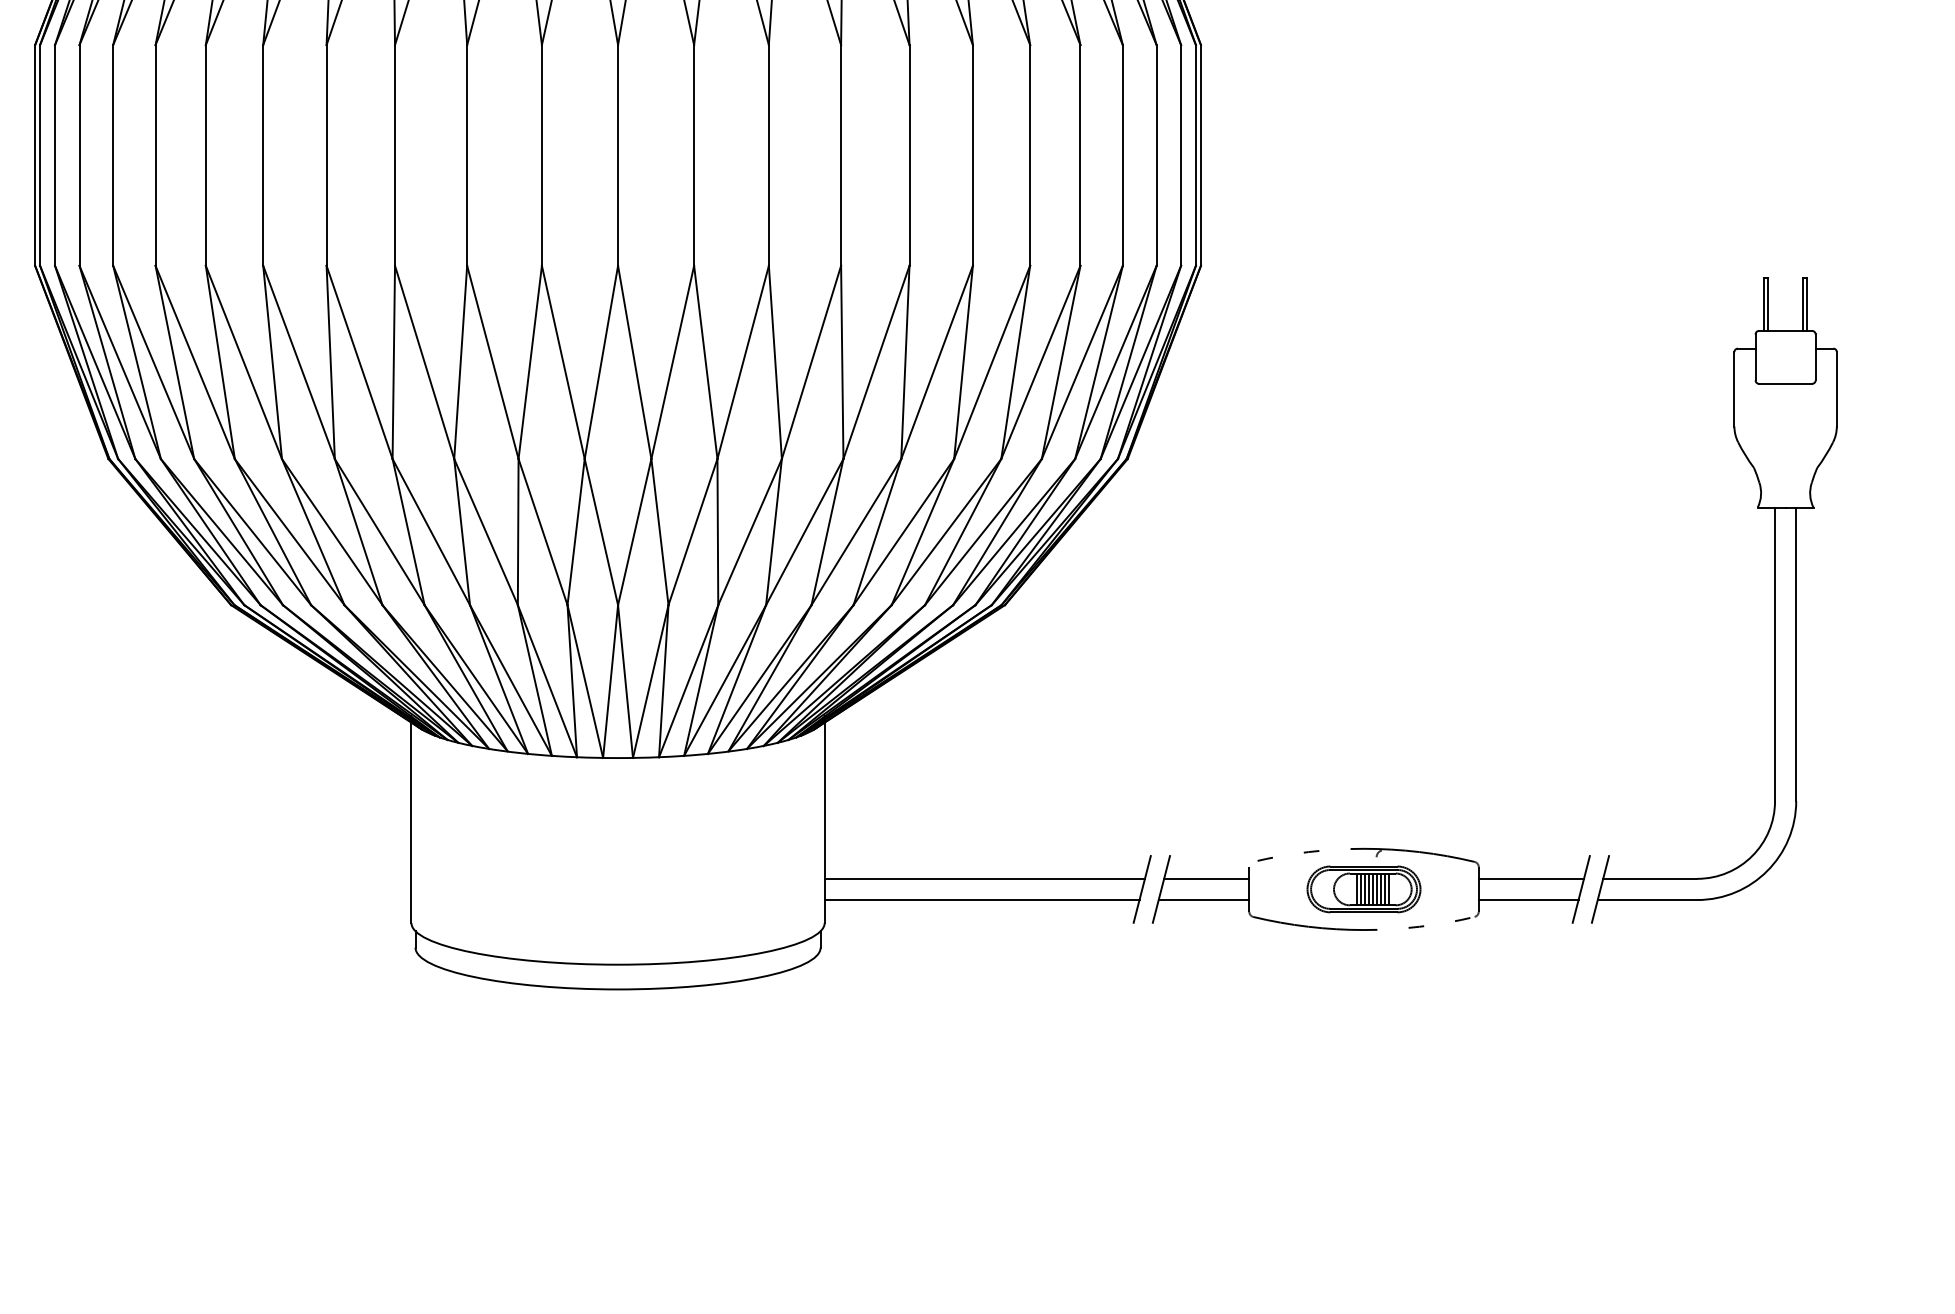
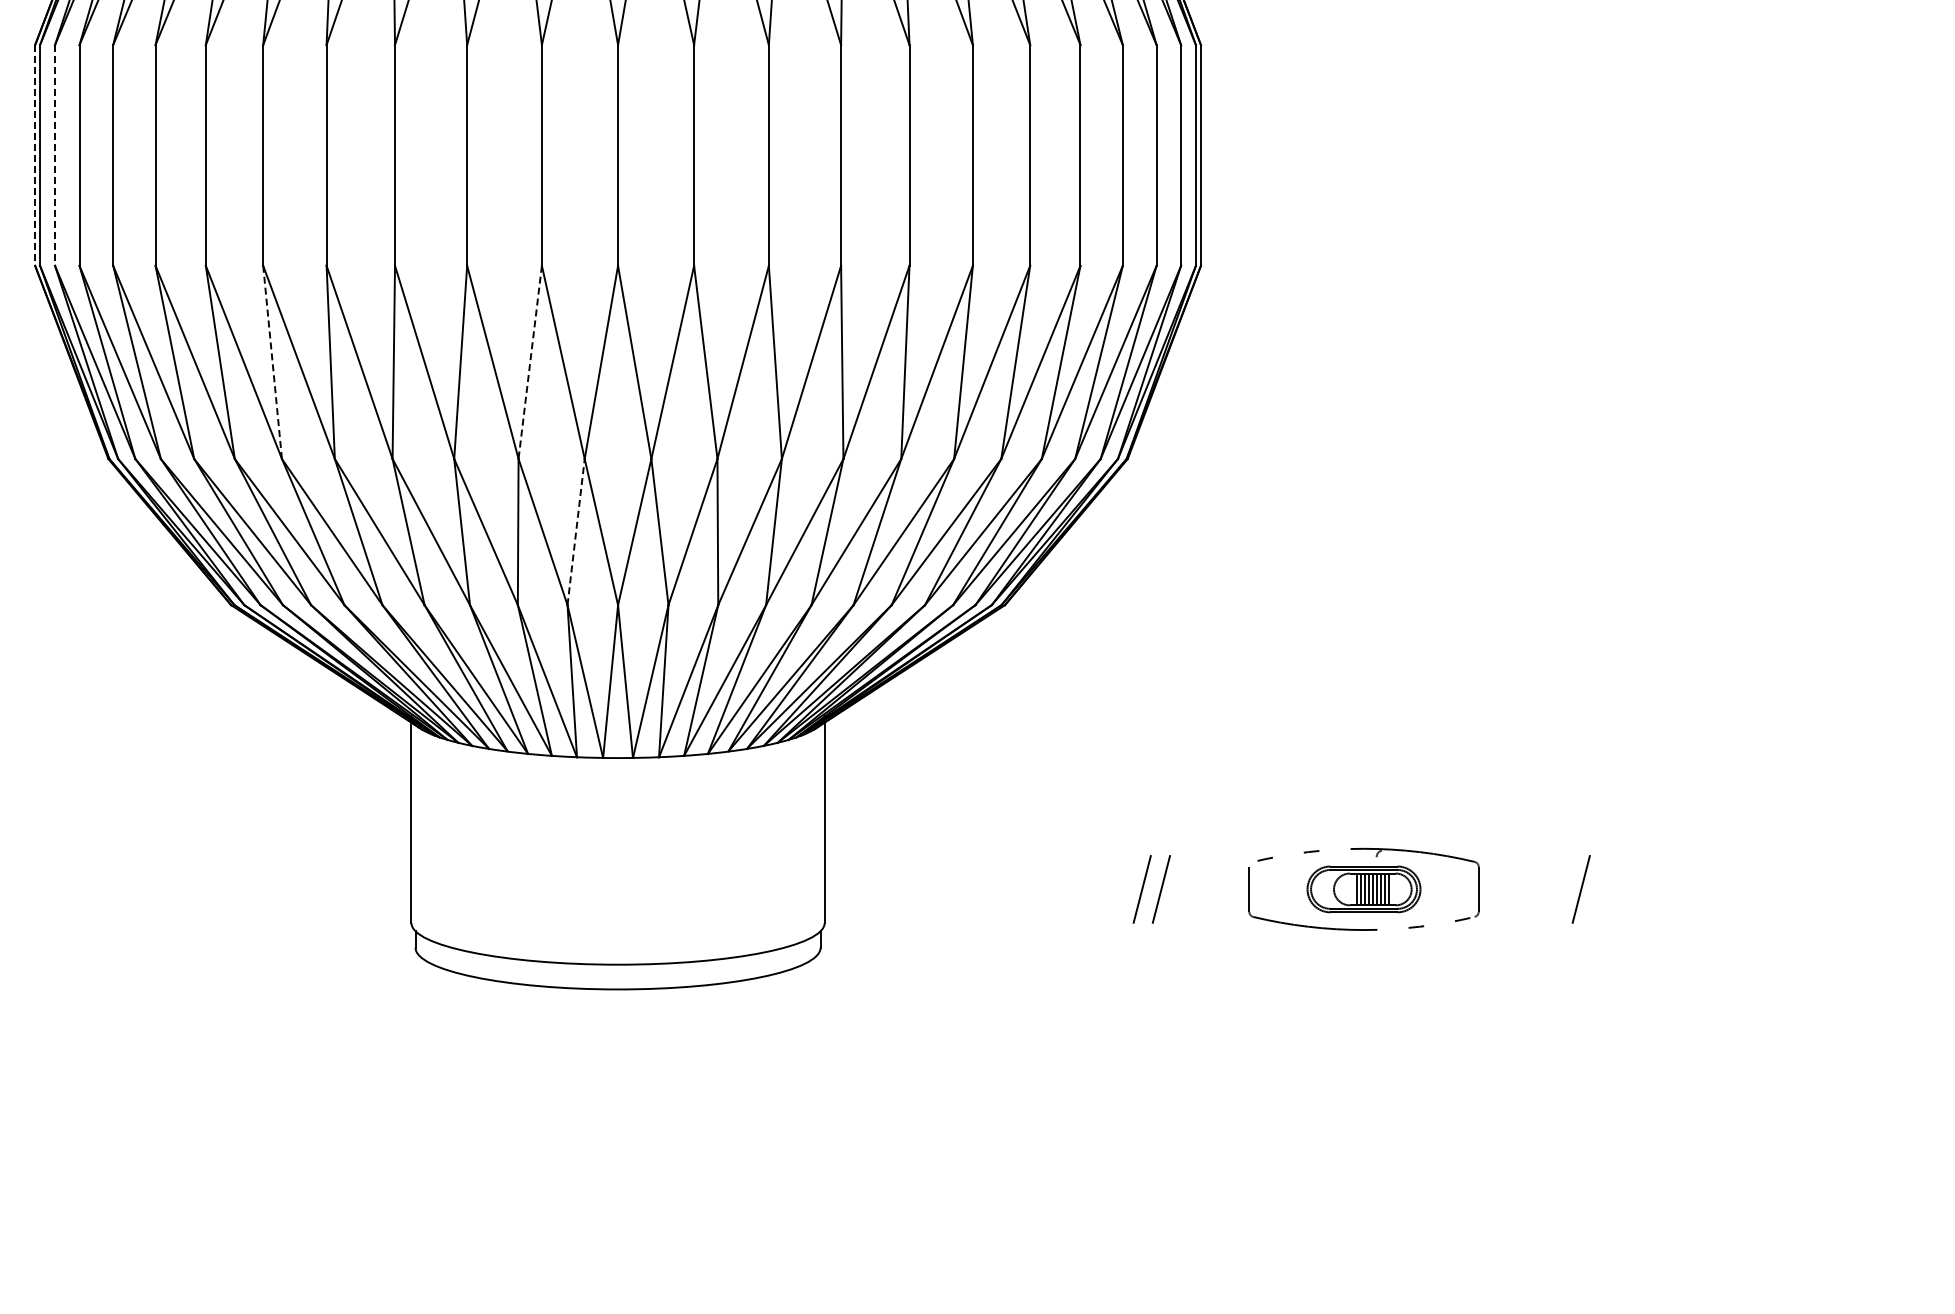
line at (35, 155): solid -> dashed
line at (55, 155): solid -> dashed
line at (272, 362): solid -> dashed
line at (530, 362): solid -> dashed
line at (576, 532): solid -> dashed
part at (1774, 600): present -> none
line at (984, 878): present -> none
line at (1206, 878): present -> none
line at (1531, 878): present -> none
line at (981, 900): present -> none
line at (1203, 900): present -> none
line at (1528, 900): present -> none
